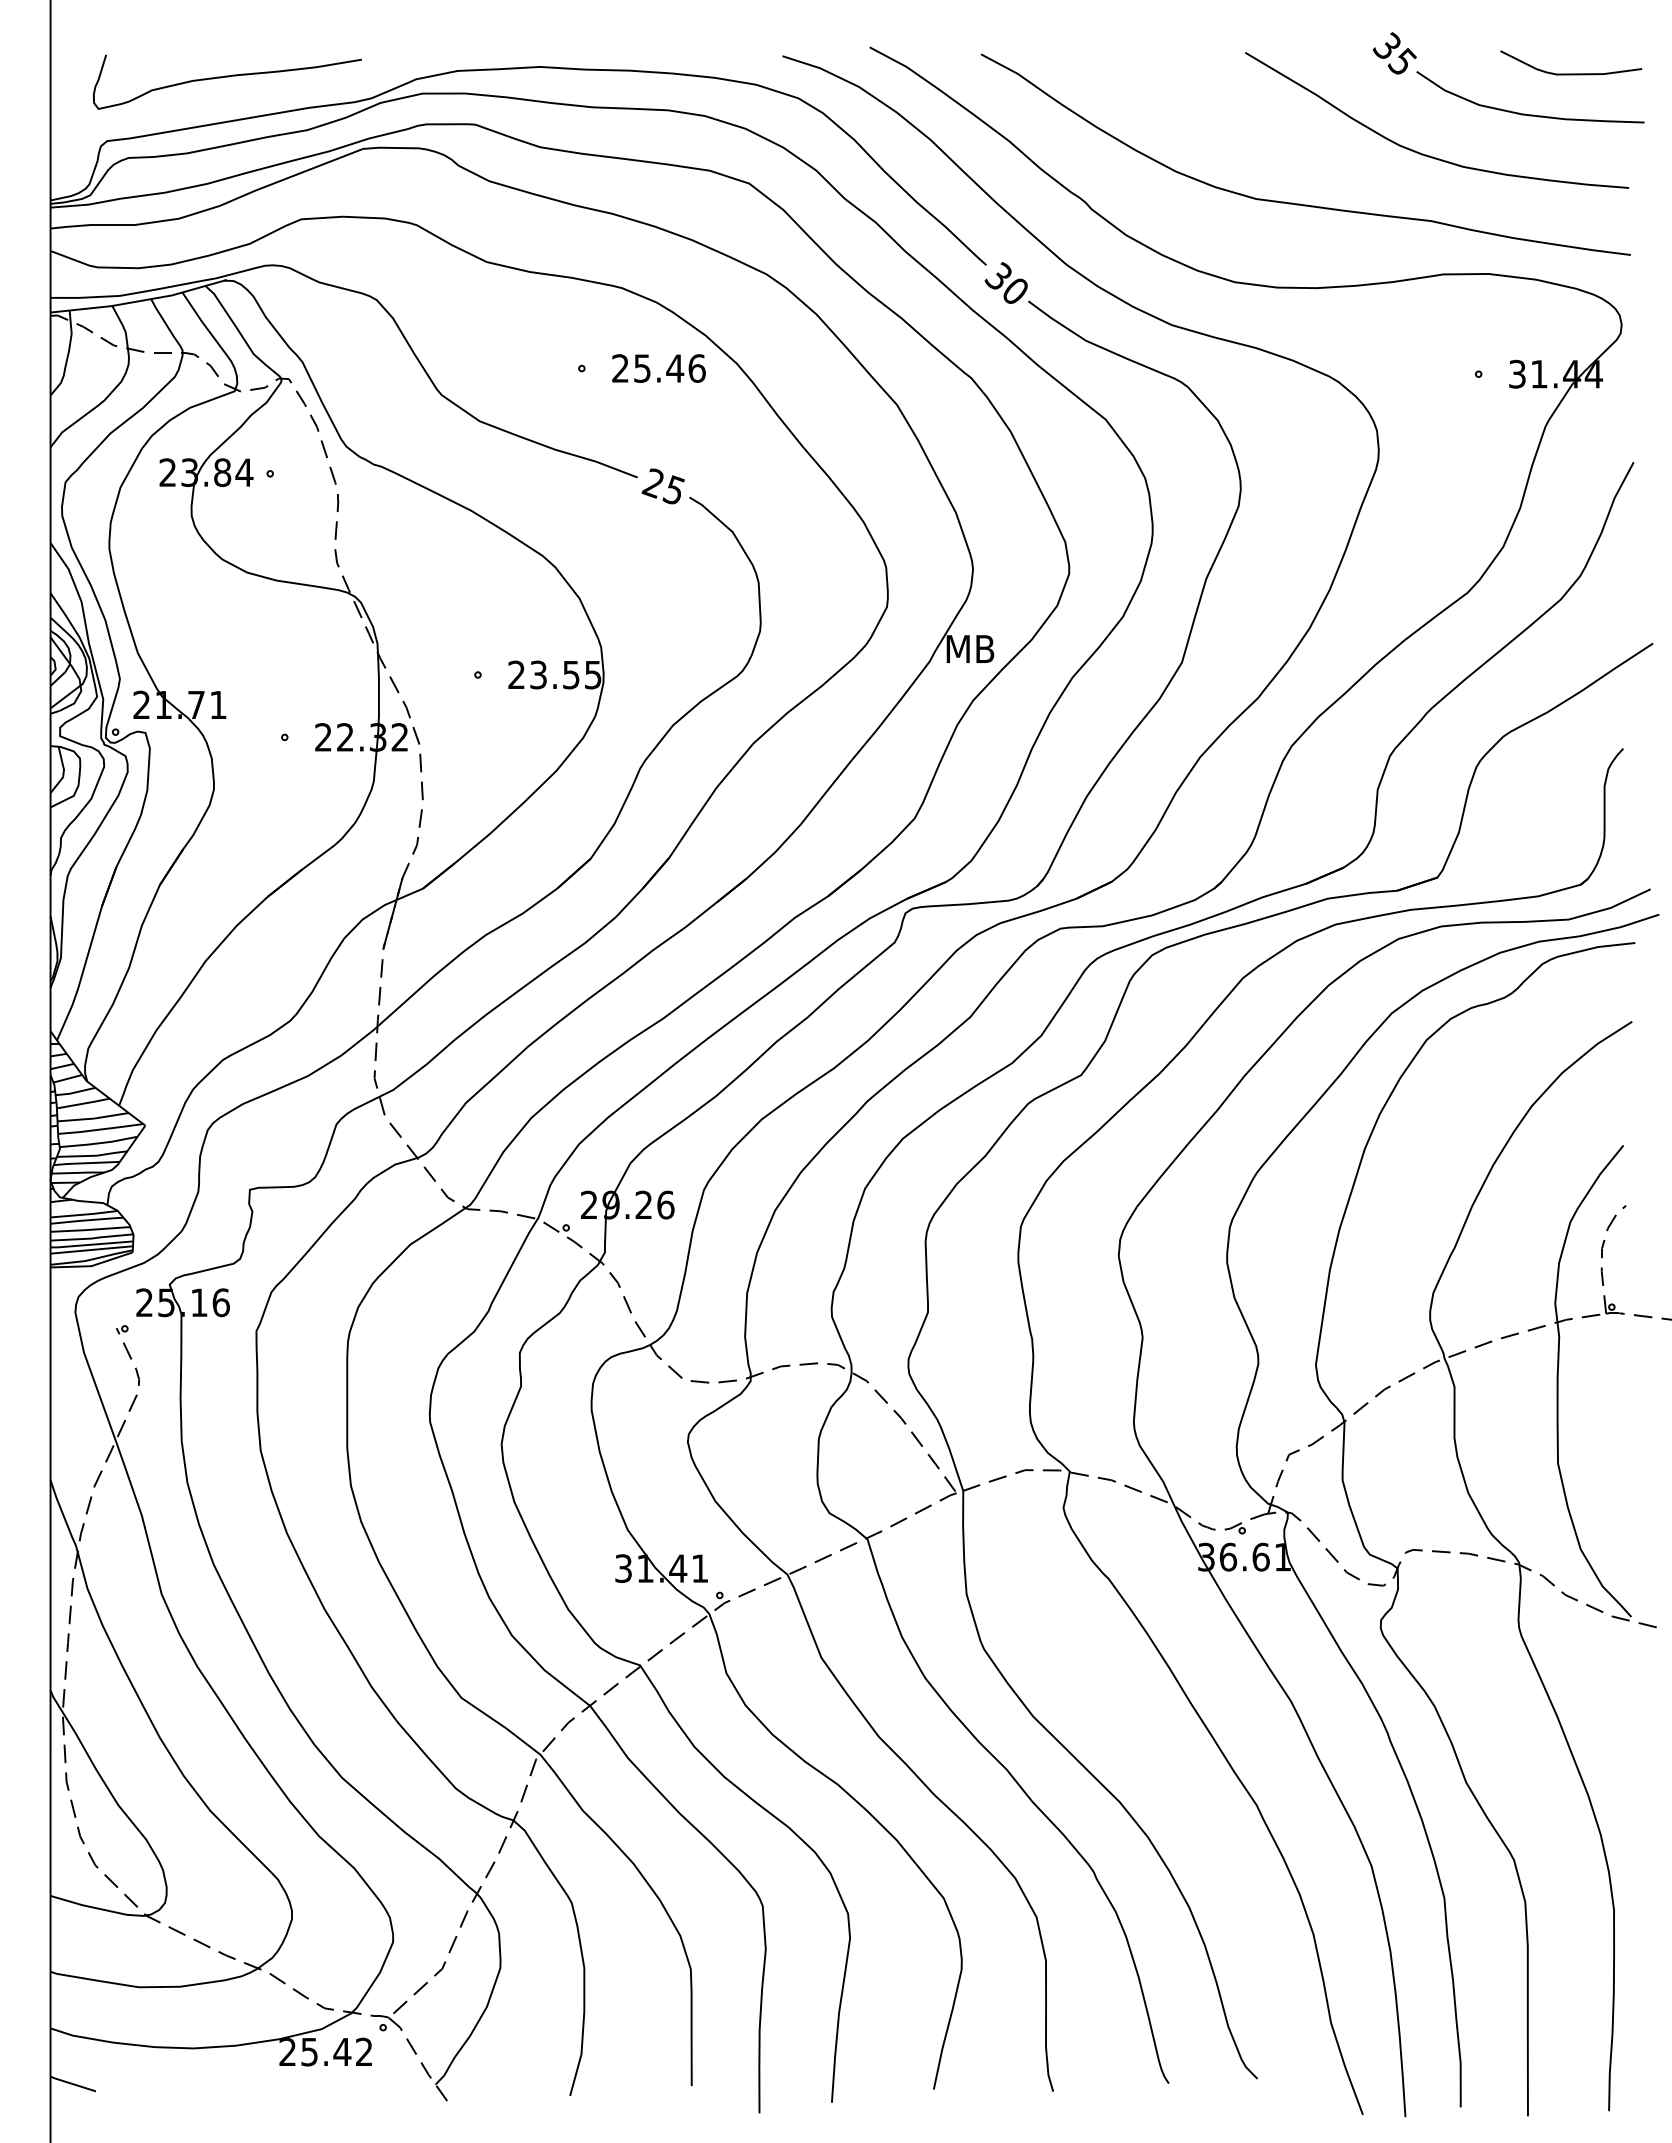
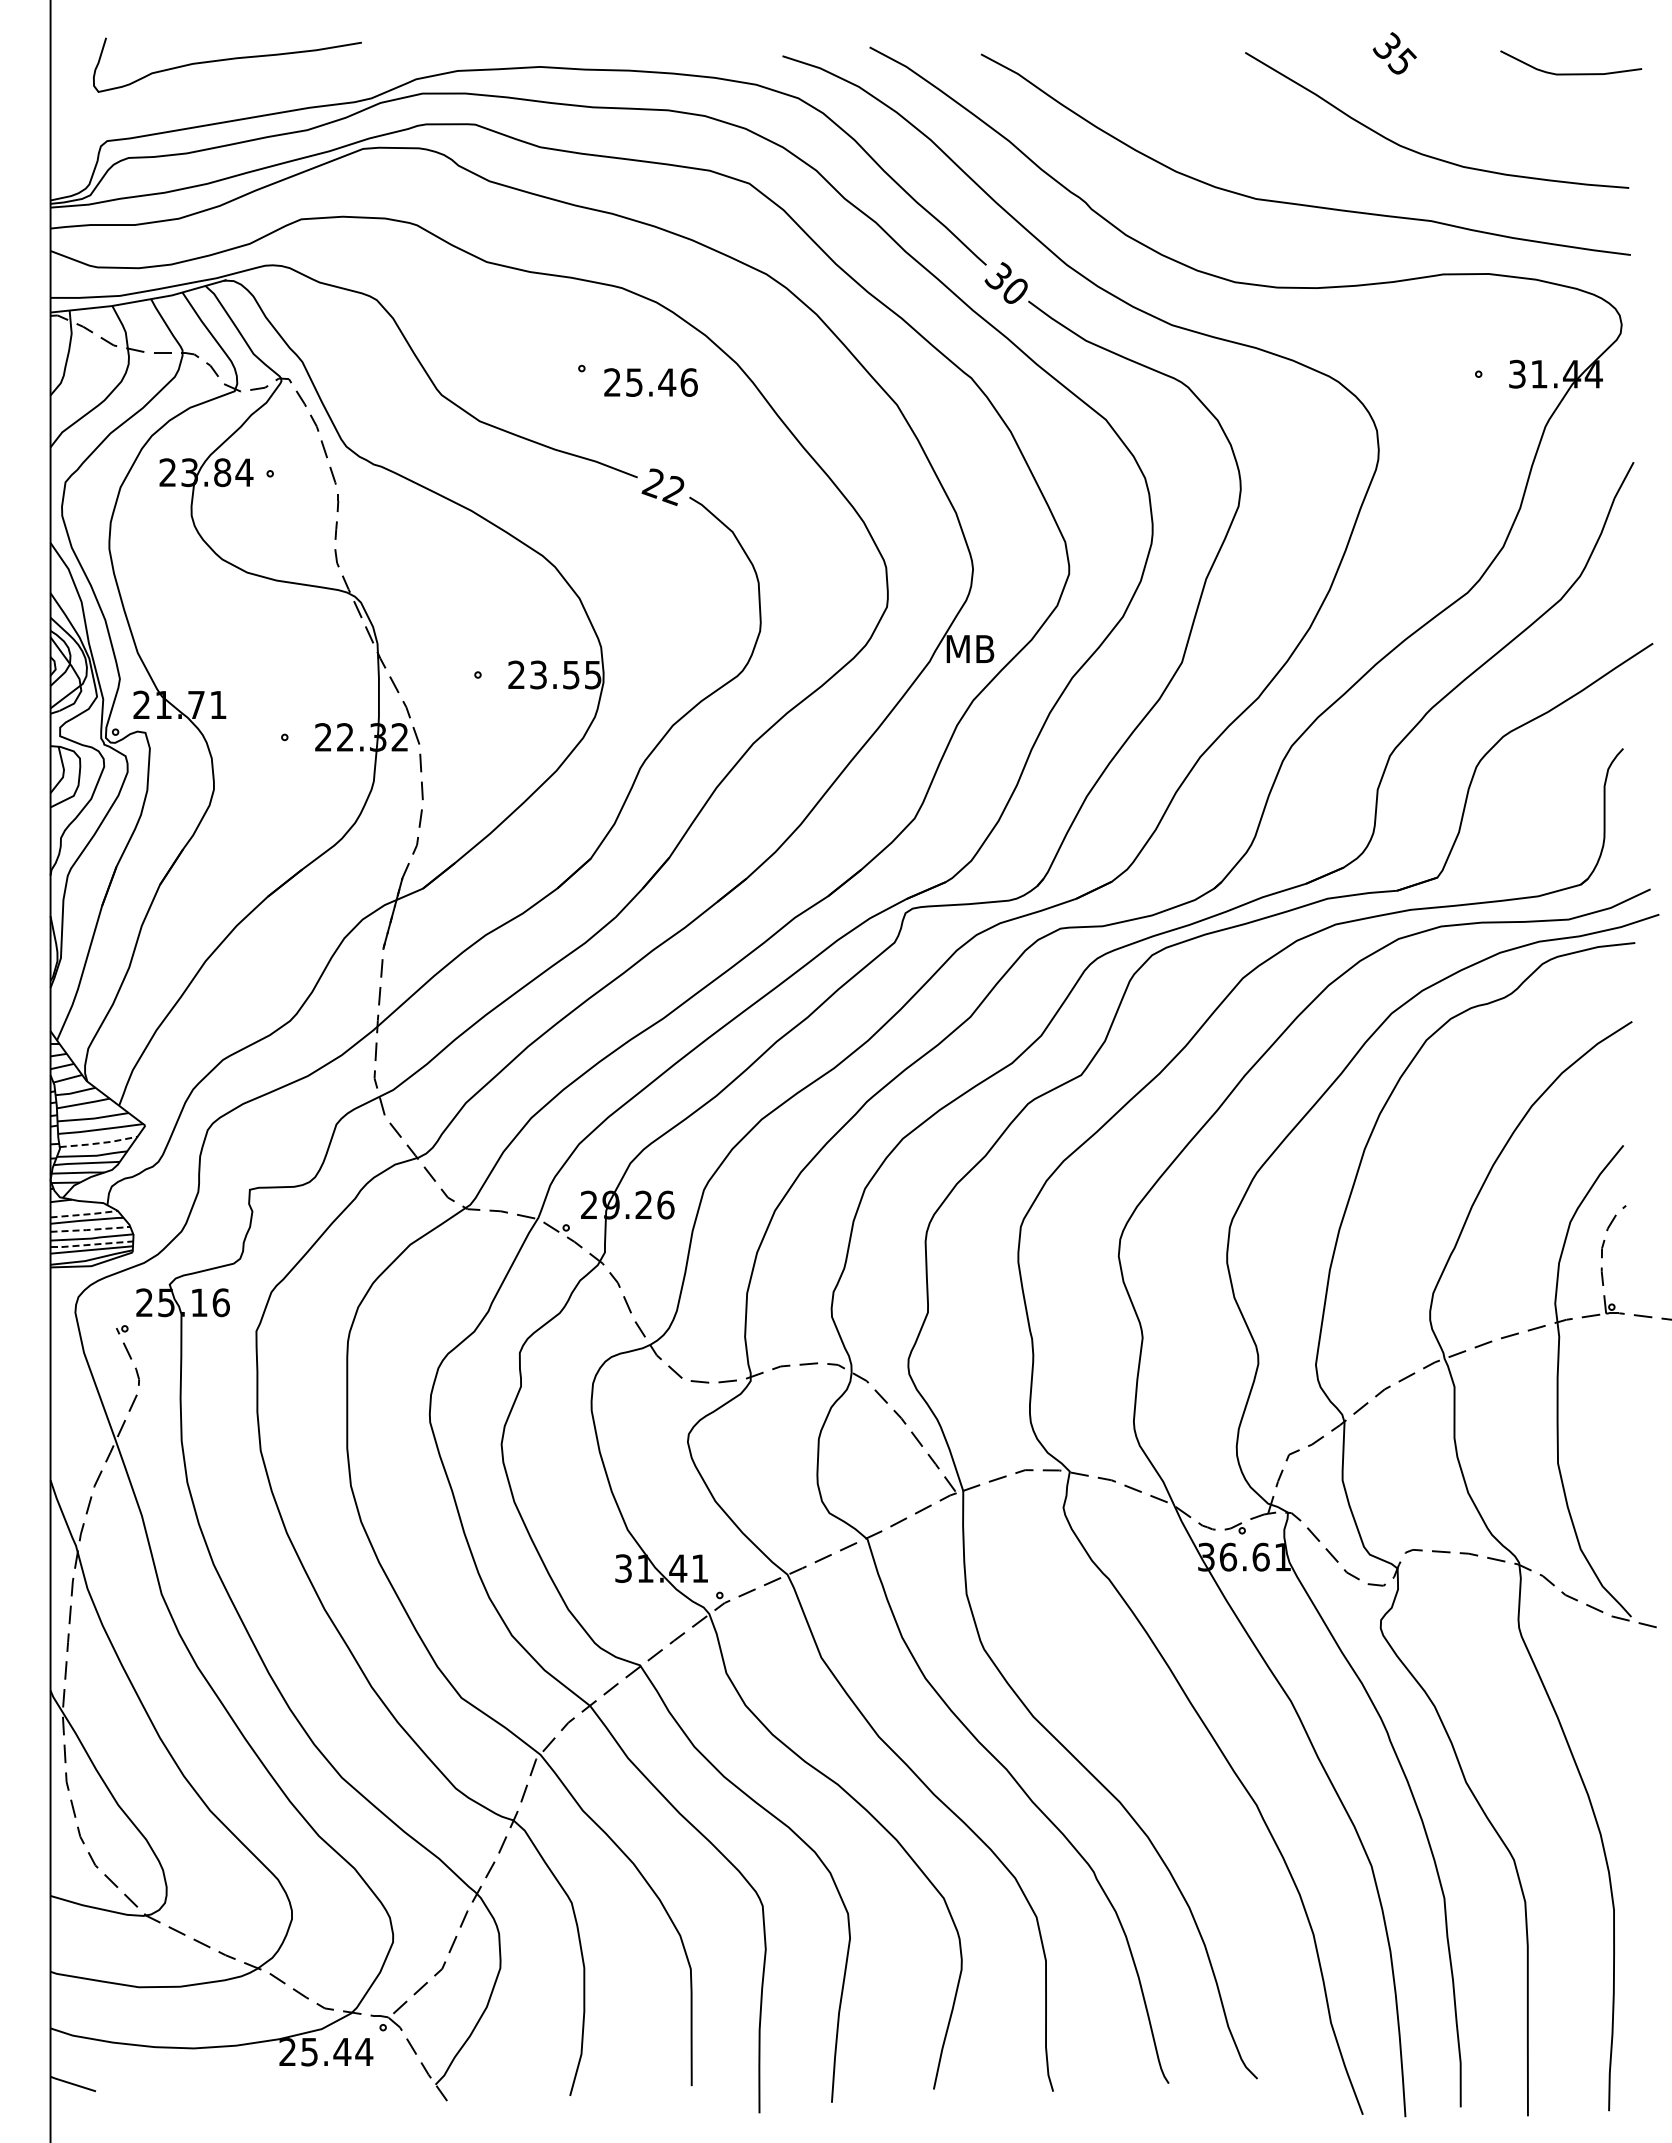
curve at (227, 77) position: (227, 77) -> (227, 60)
curve at (1525, 113): present -> none
text at (658, 368) position: (658, 368) -> (650, 382)
text at (673, 490): 25 -> 22
line at (99, 1143): solid -> dashed
line at (84, 1214): solid -> dashed
line at (91, 1229): solid -> dashed
line at (91, 1244): solid -> dashed
text at (364, 2051): 25.42 -> 25.44
